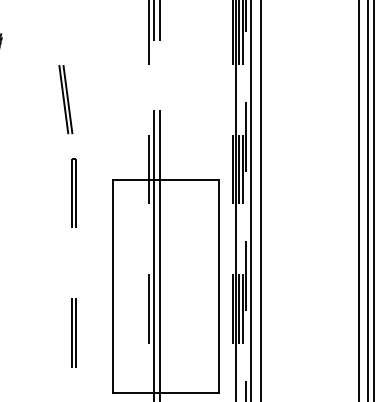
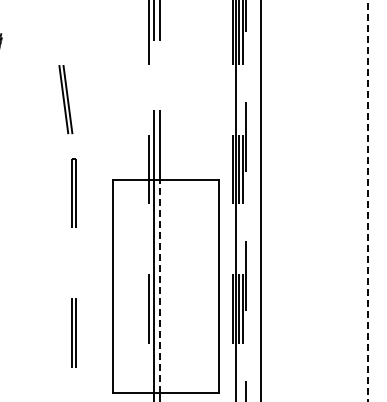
line at (251, 200): present -> none
line at (358, 200): present -> none
line at (373, 200): present -> none
line at (368, 201): solid -> dashed
line at (159, 286): solid -> dashed
